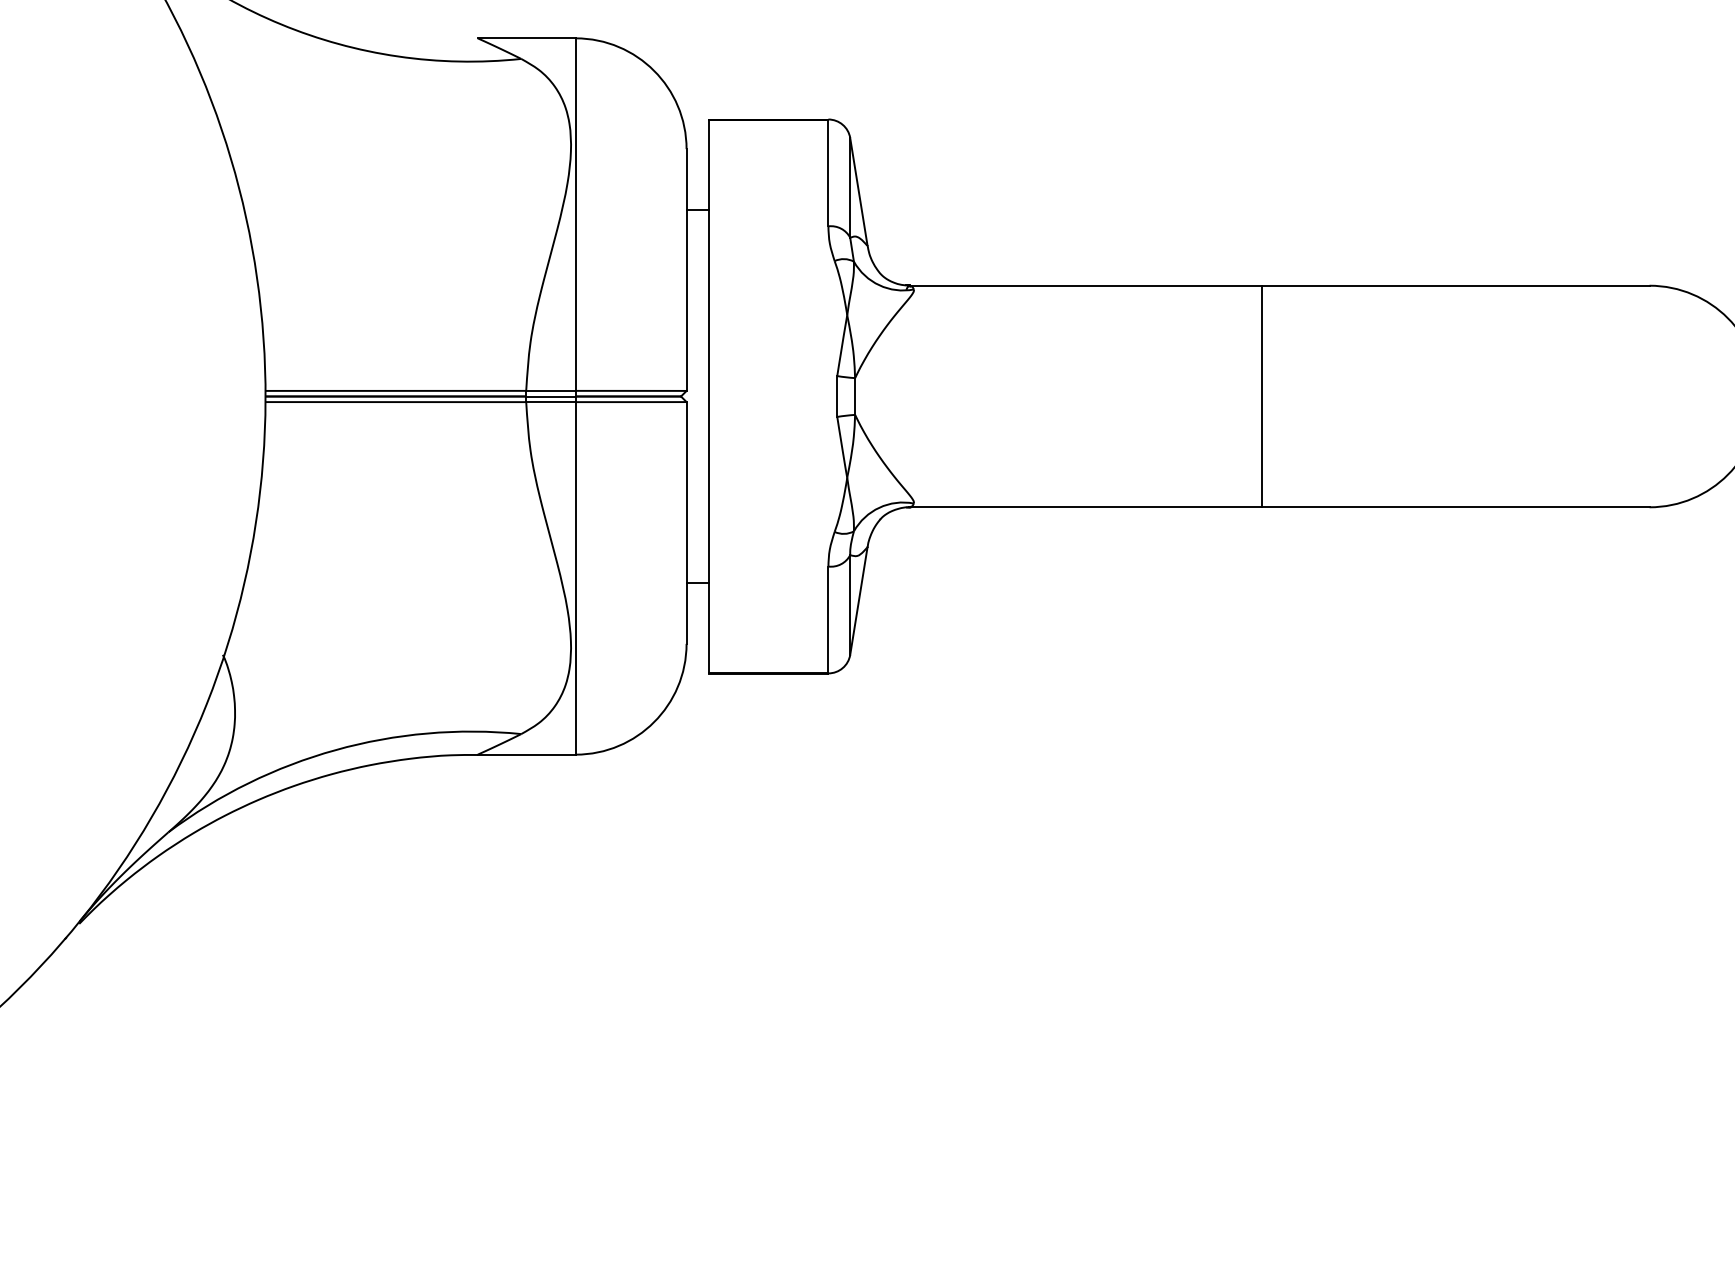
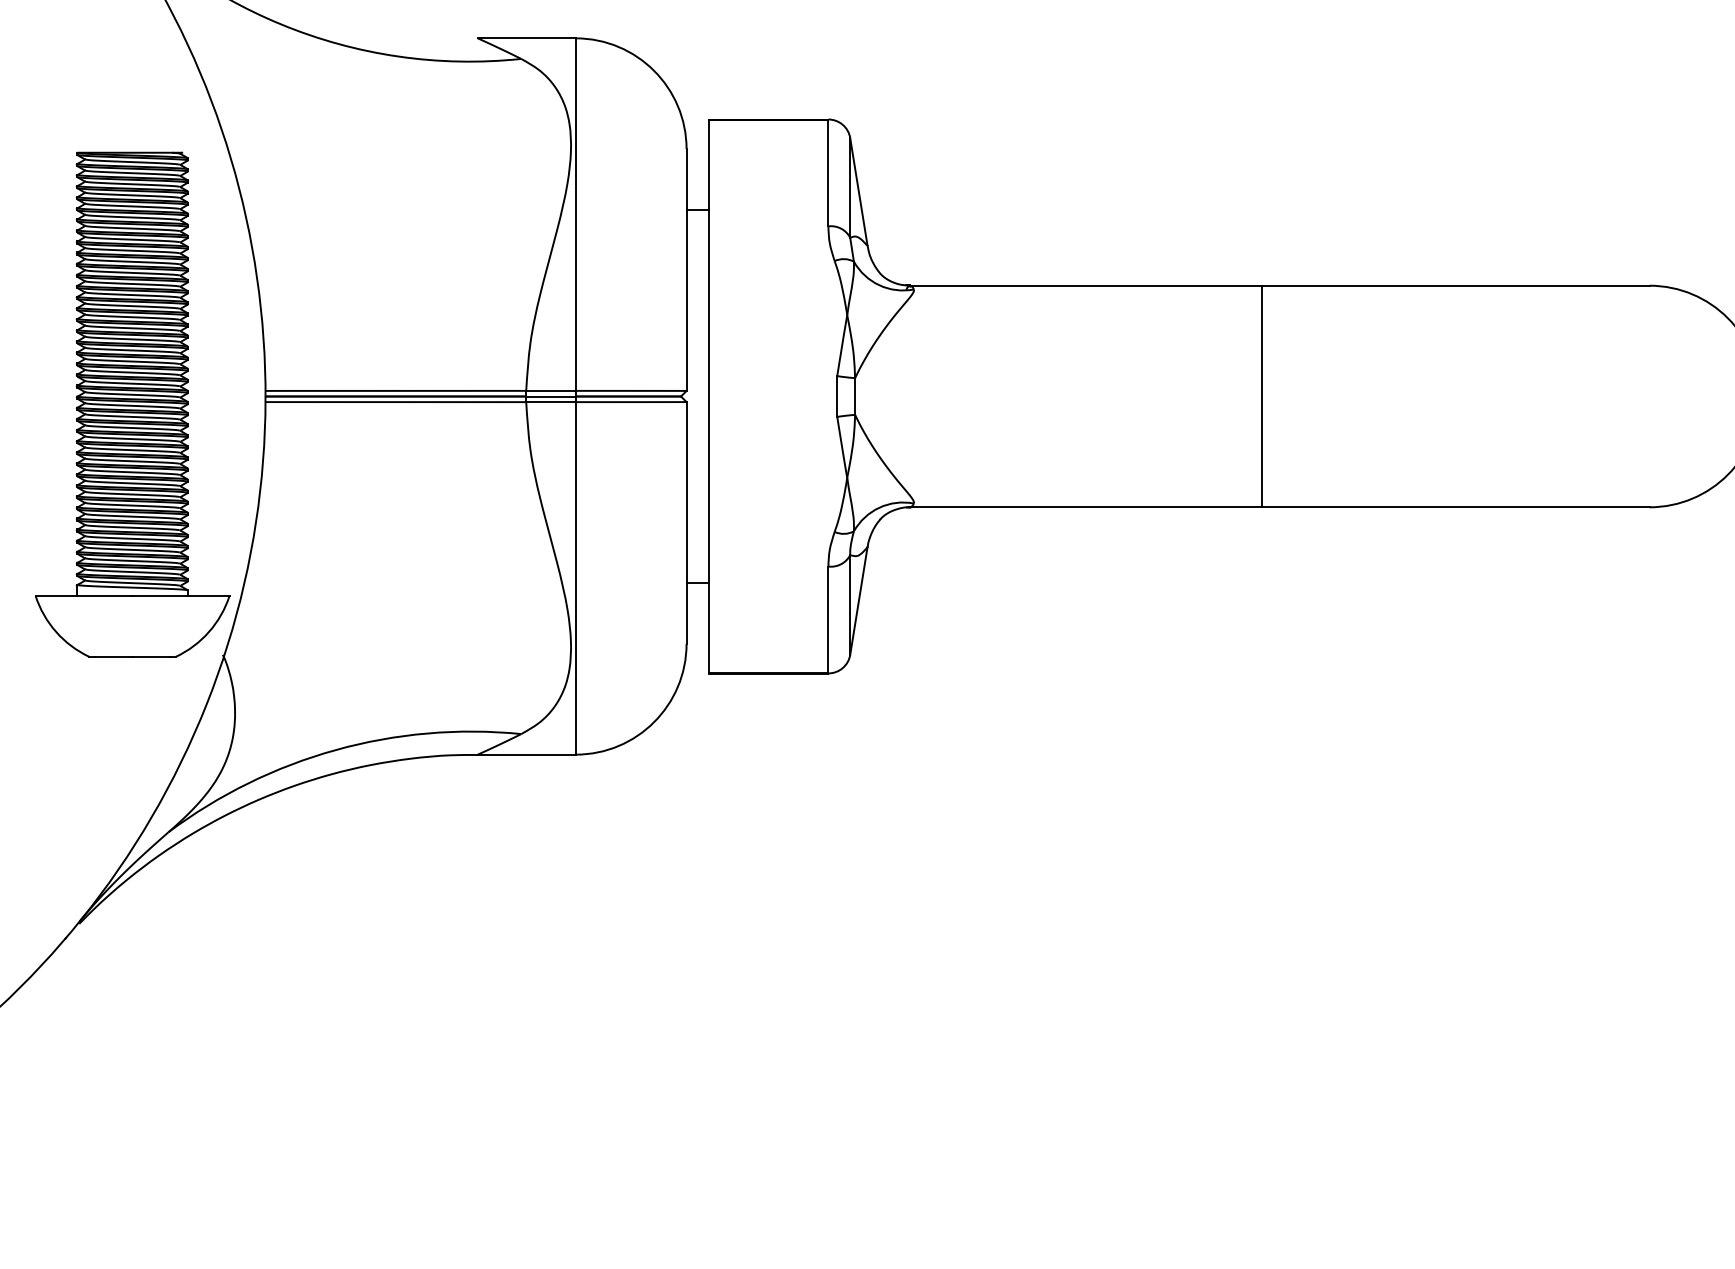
part at (132, 404): none -> present
